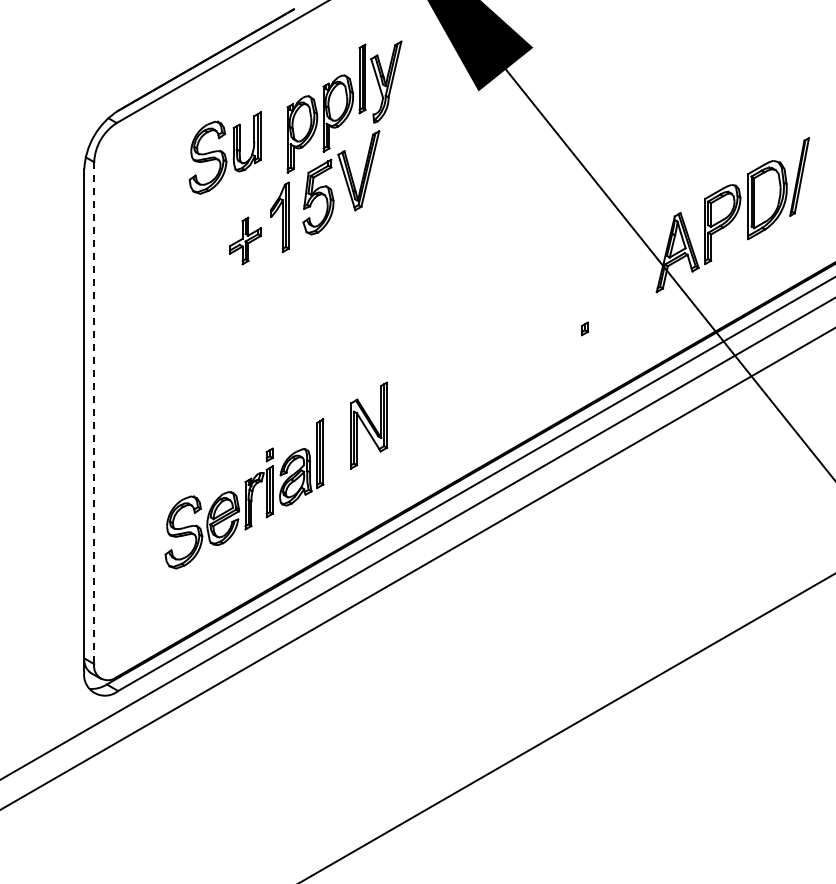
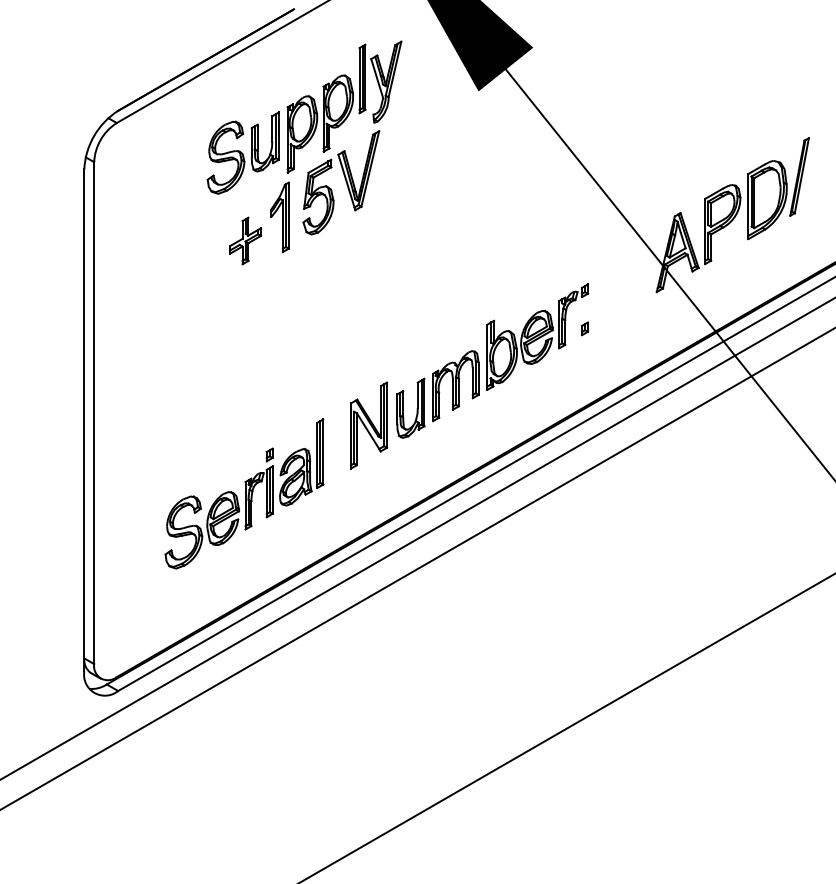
part at (224, 152) position: (224, 152) -> (242, 152)
part at (492, 360): none -> present
line at (94, 413): dashed -> solid
